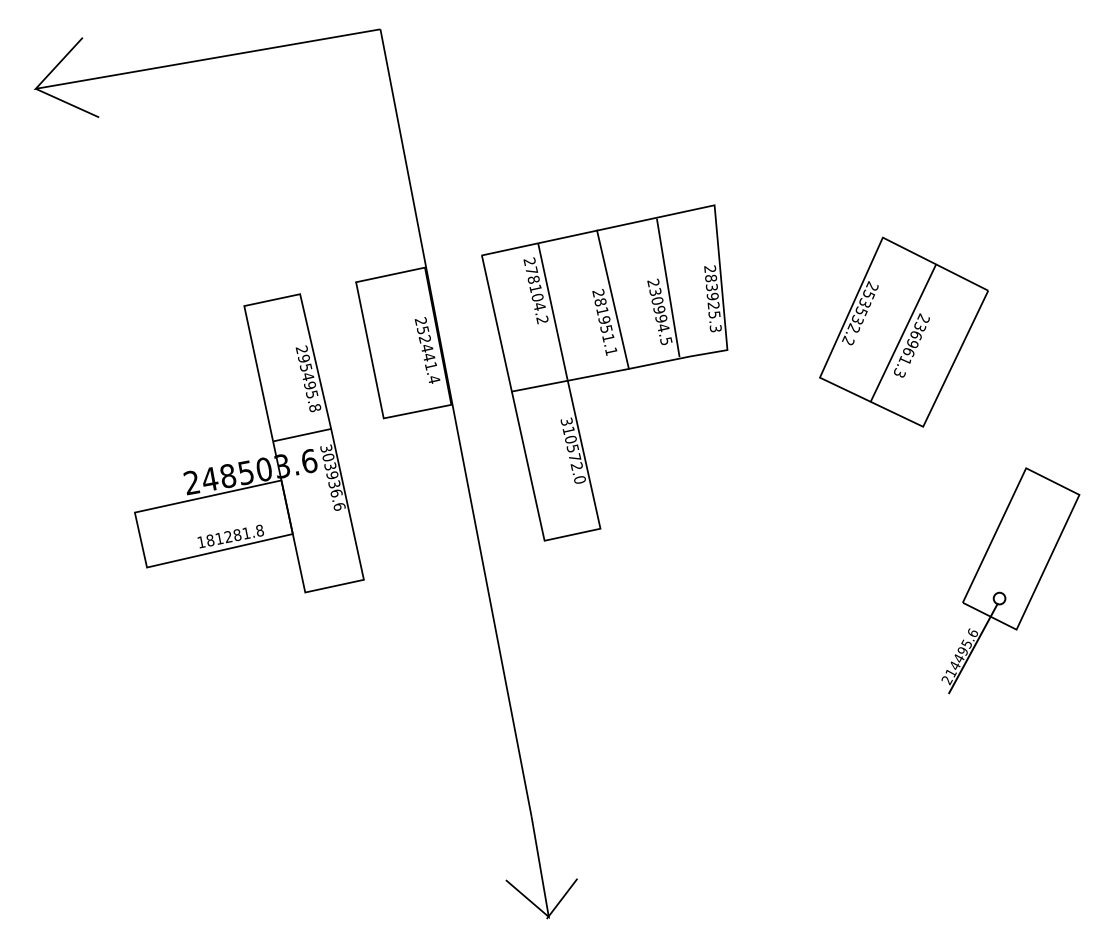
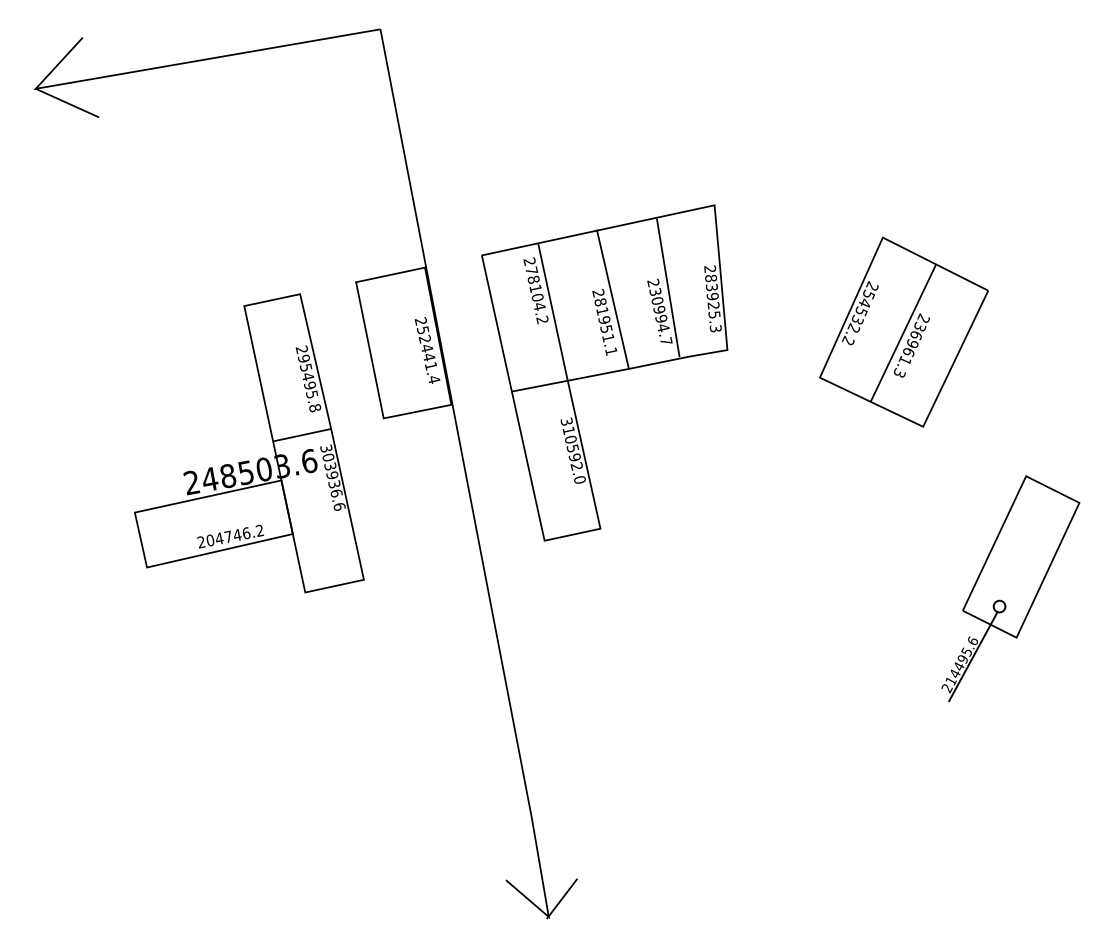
text at (865, 302): 253532.2 -> 254532.2
text at (666, 341): 230994.5 -> 230994.7
text at (574, 457): 310572.0 -> 310592.0
text at (230, 536): 181281.8 -> 204746.2
part at (1010, 580) position: (1010, 580) -> (1010, 588)
